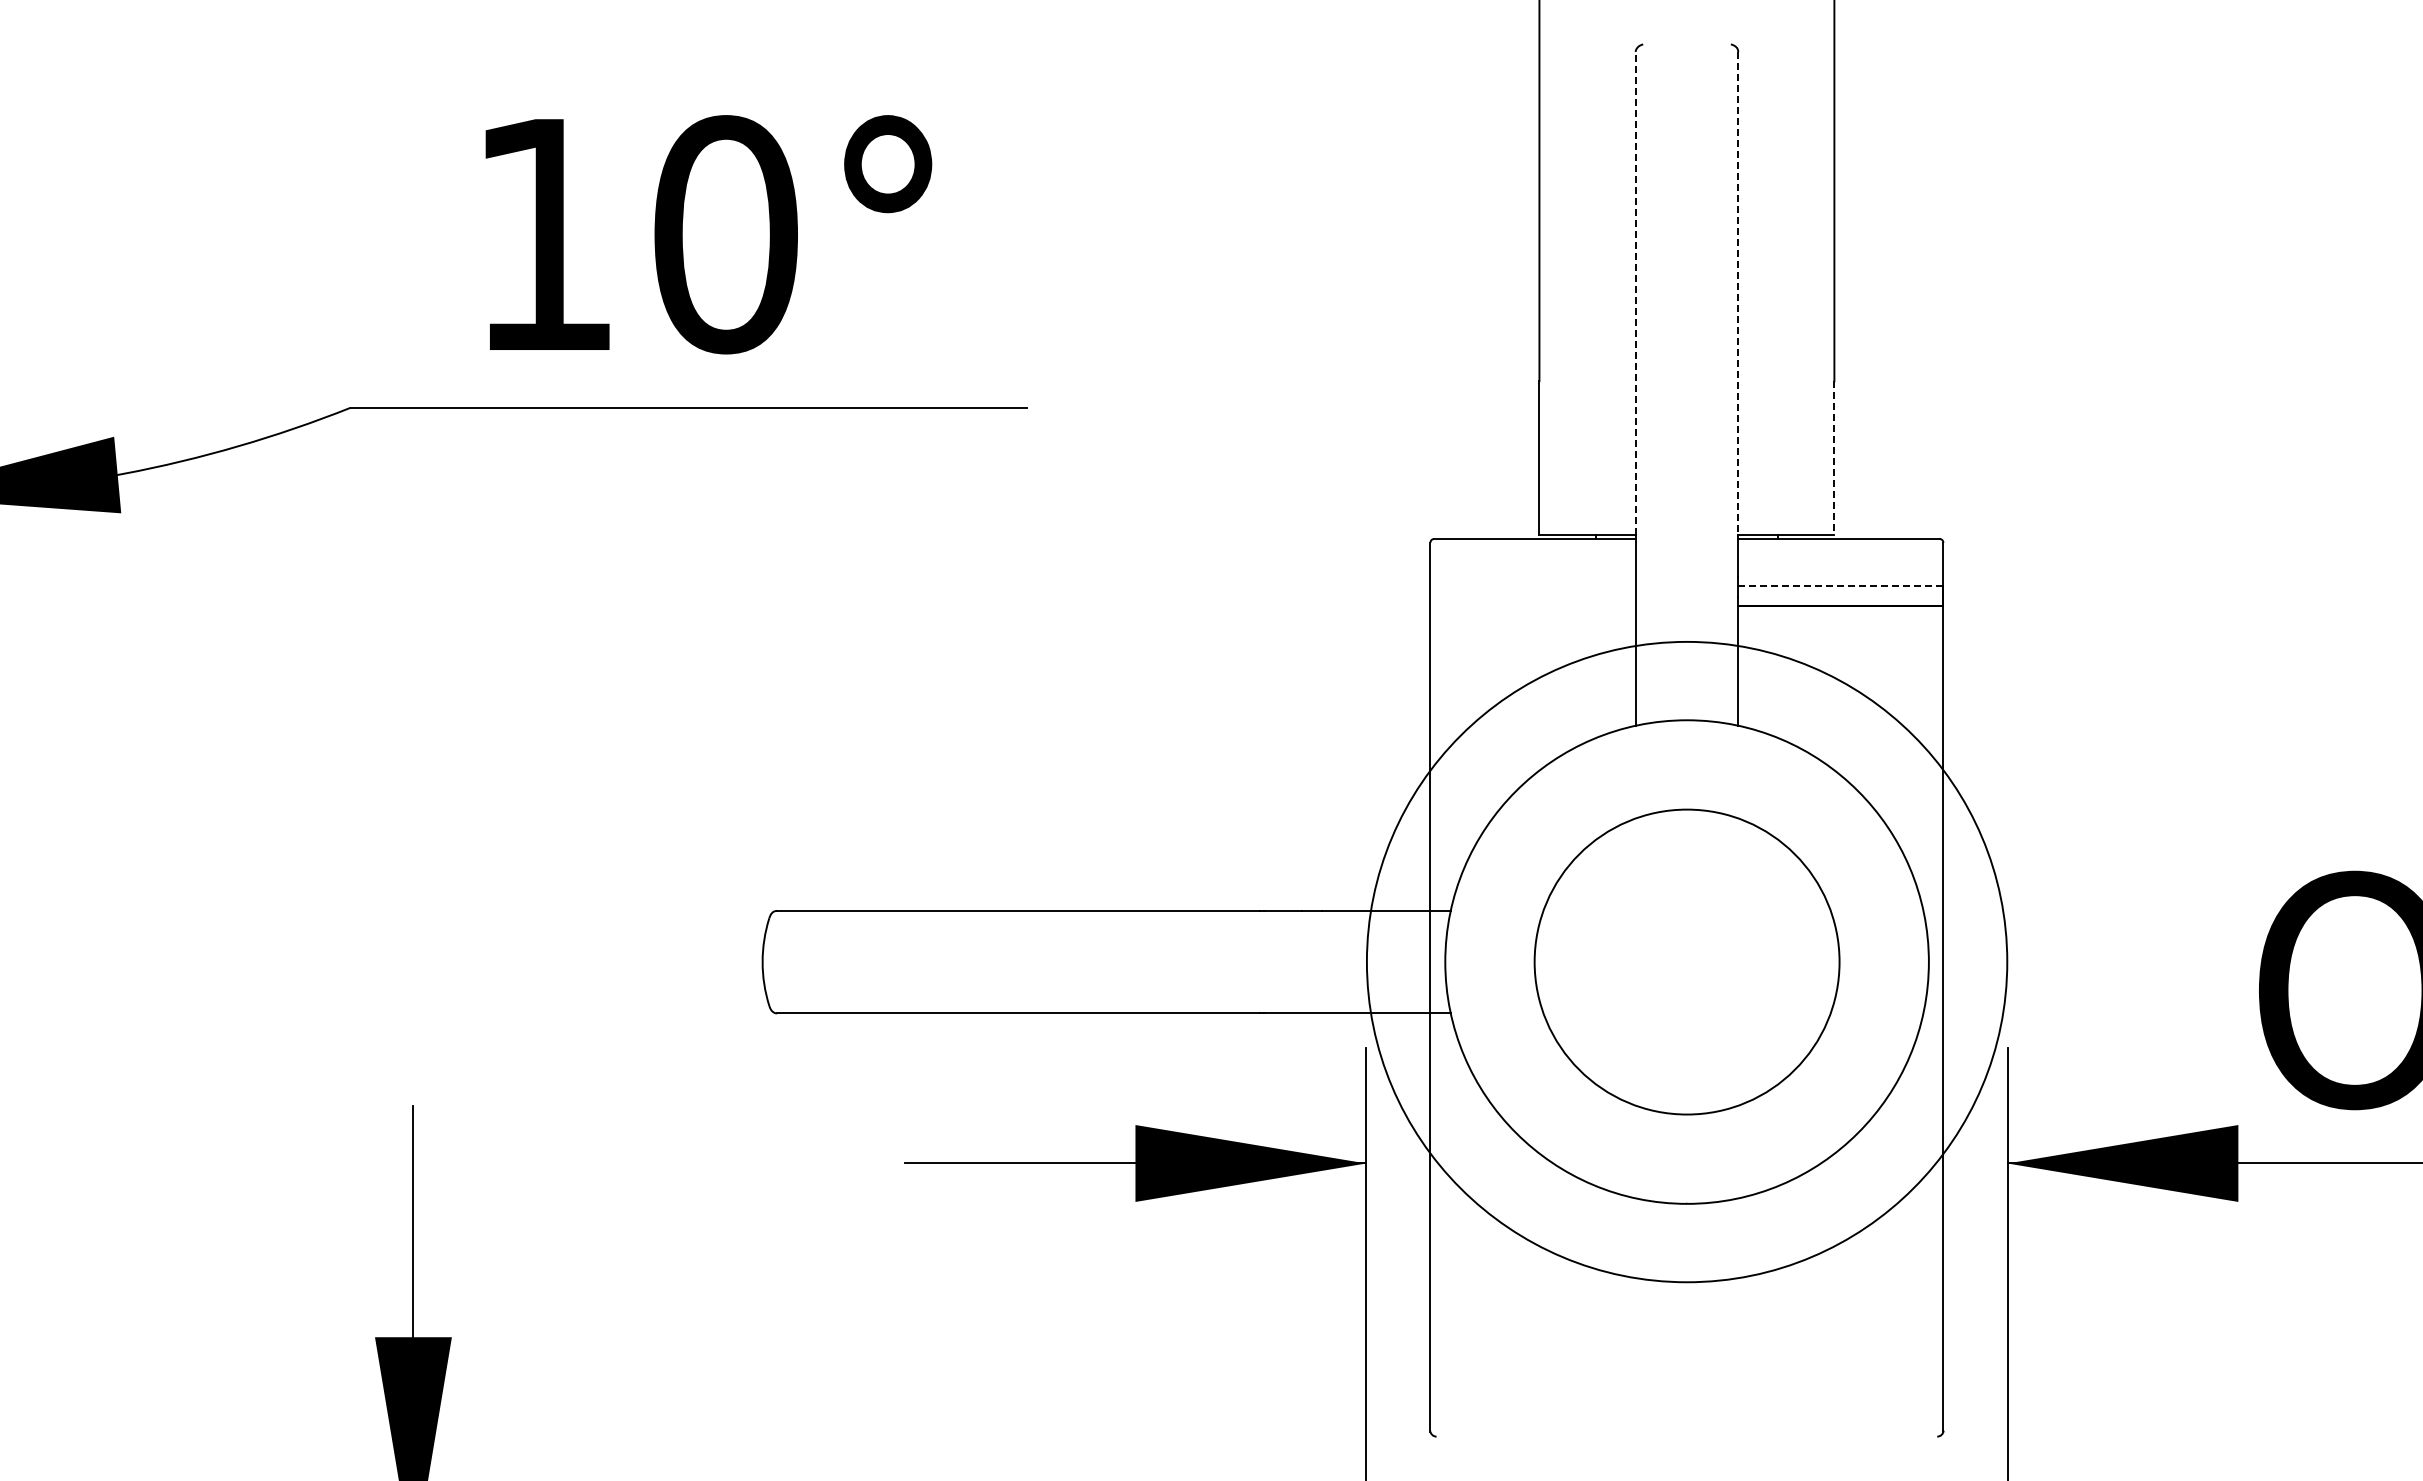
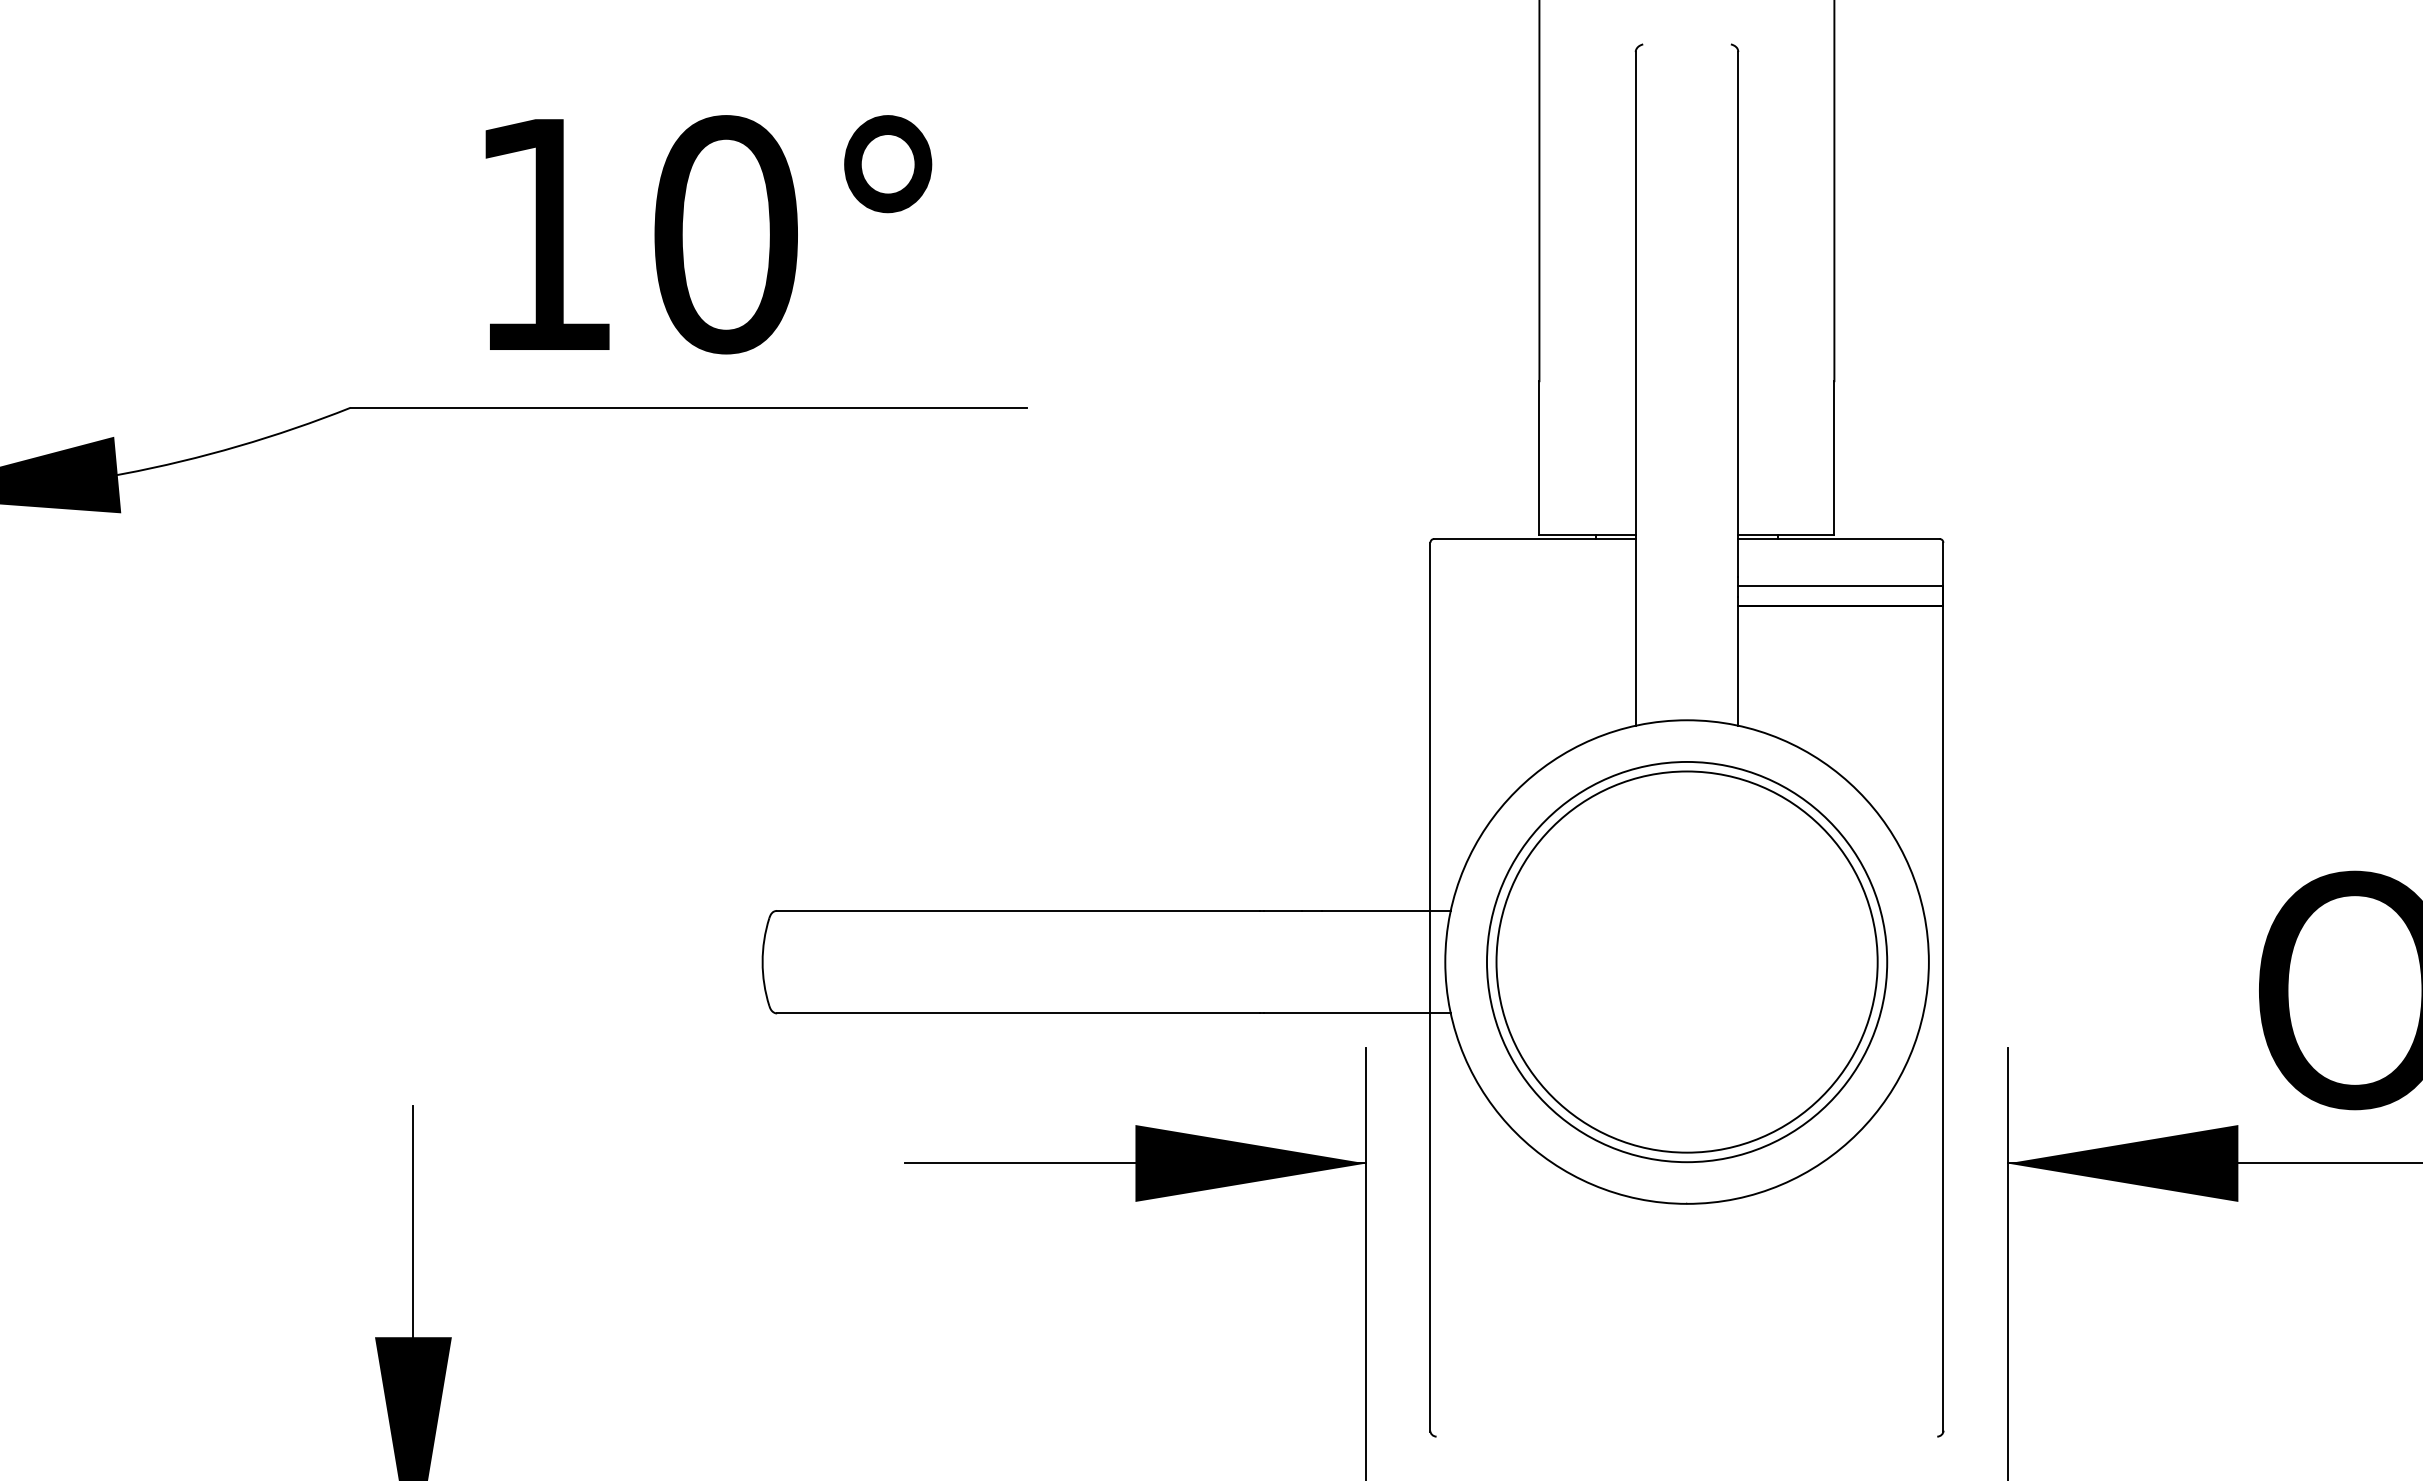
line at (1635, 293): dashed -> solid
line at (1738, 293): dashed -> solid
line at (1834, 458): dashed -> solid
line at (1840, 586): dashed -> solid
circle at (1686, 961) diameter: 305 px -> 381 px
circle at (1686, 961) diameter: 640 px -> 400 px
